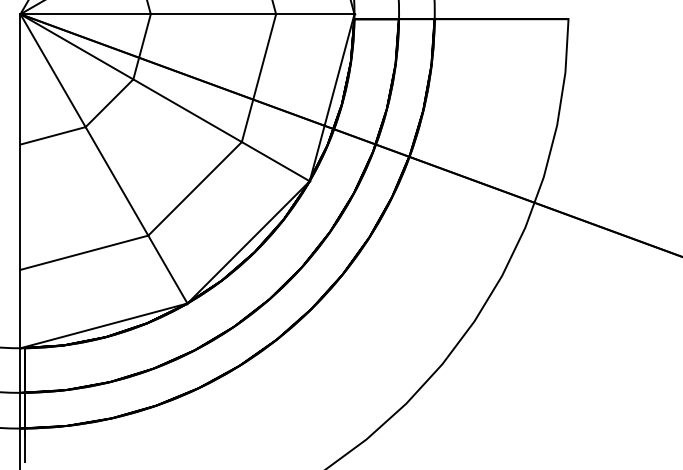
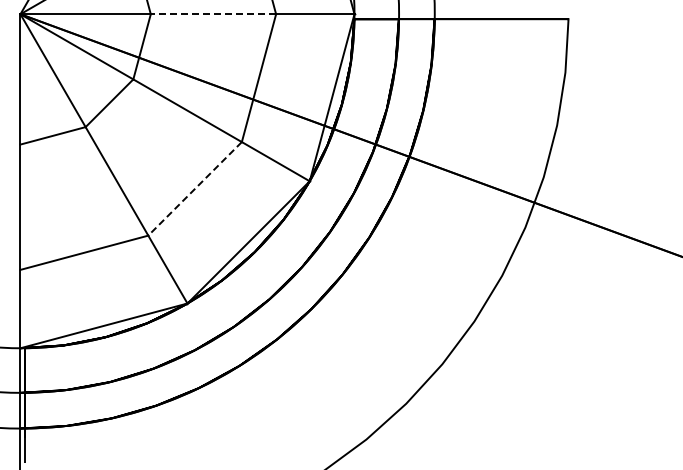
line at (213, 14): solid -> dashed
line at (194, 189): solid -> dashed
